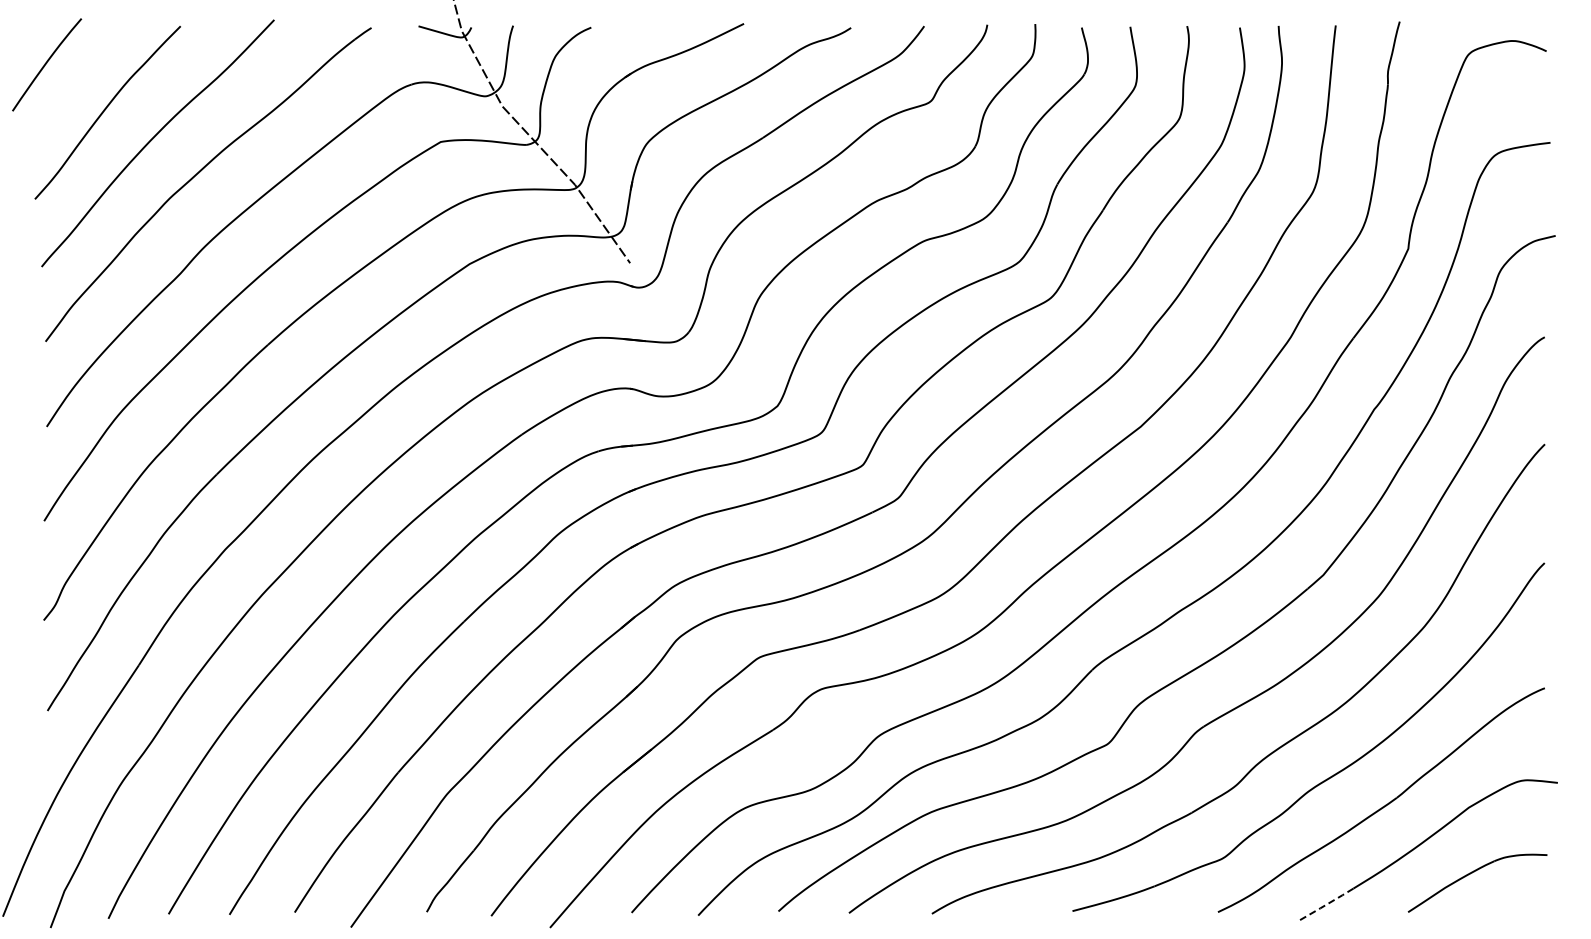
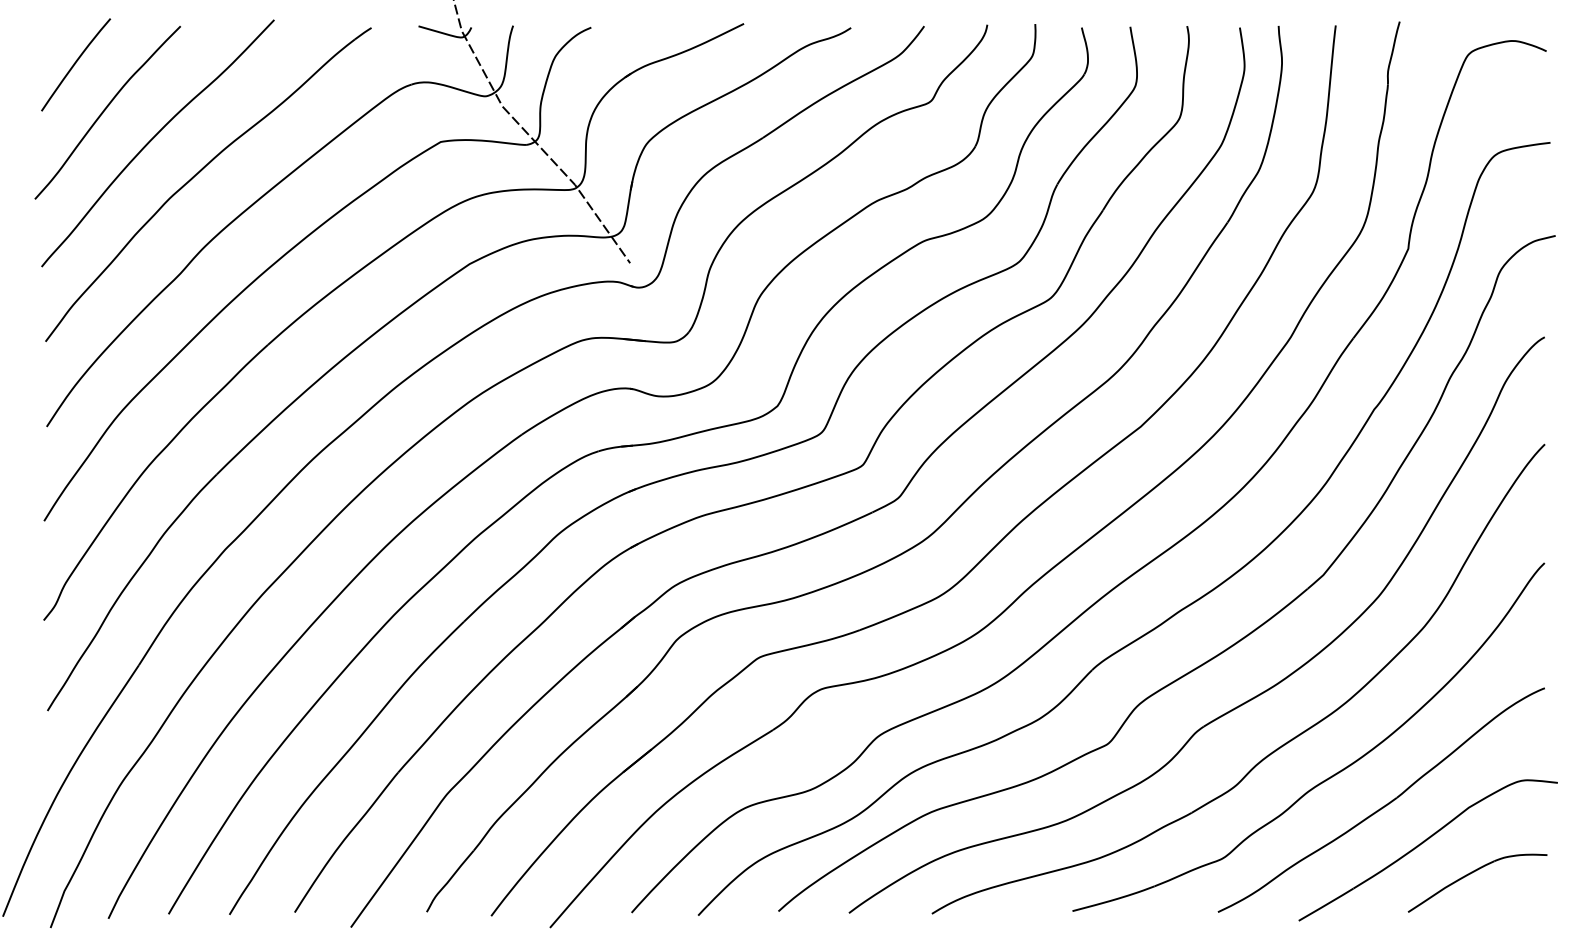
curve at (47, 63) position: (47, 63) -> (76, 63)
line at (1326, 904): dashed -> solid
